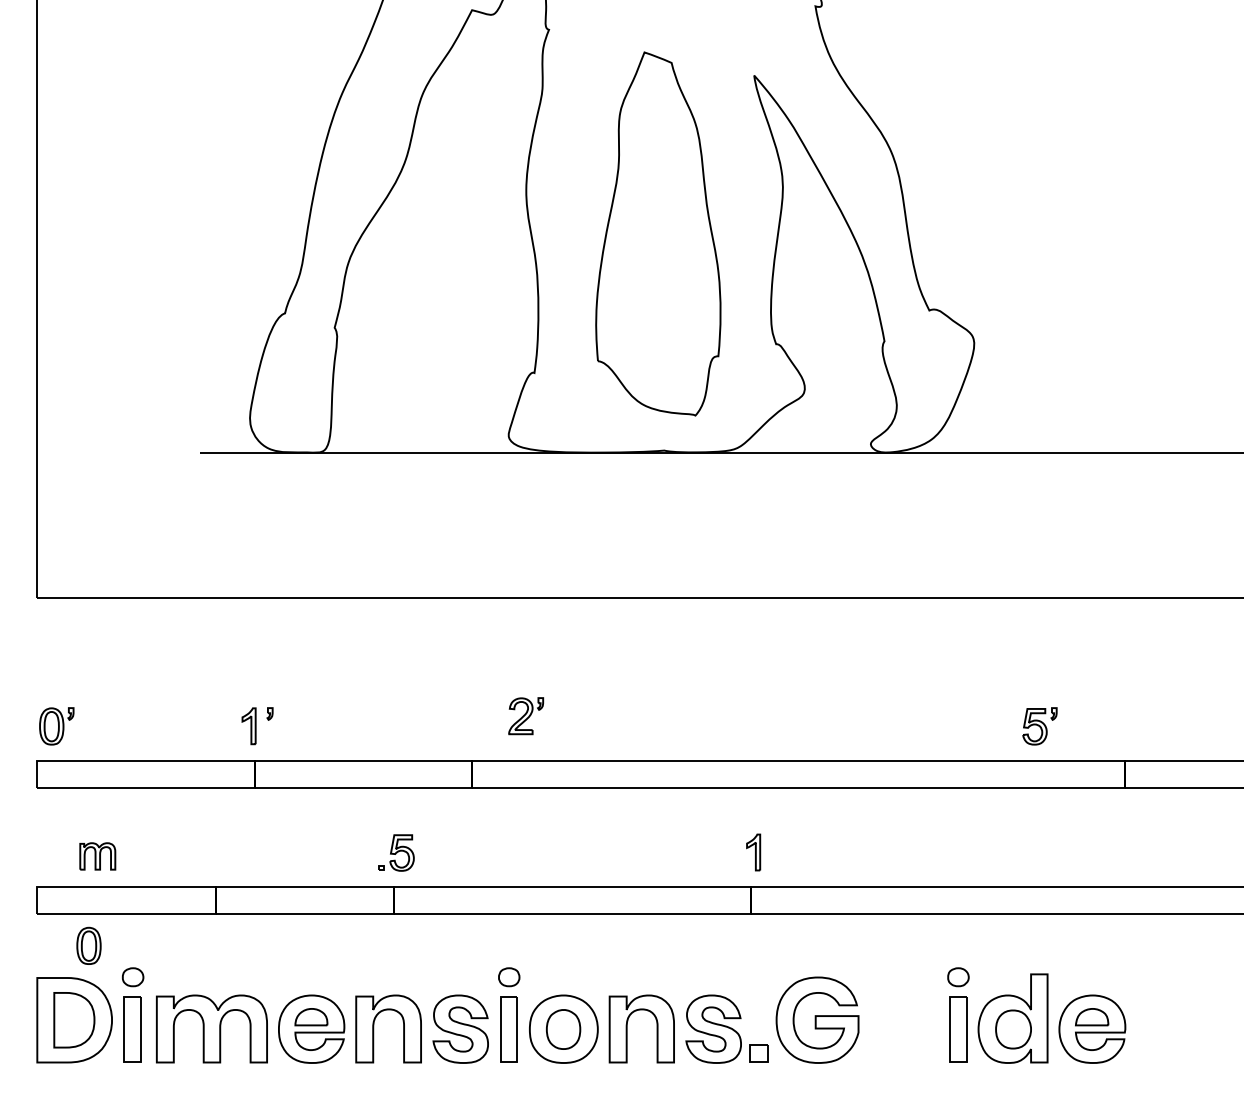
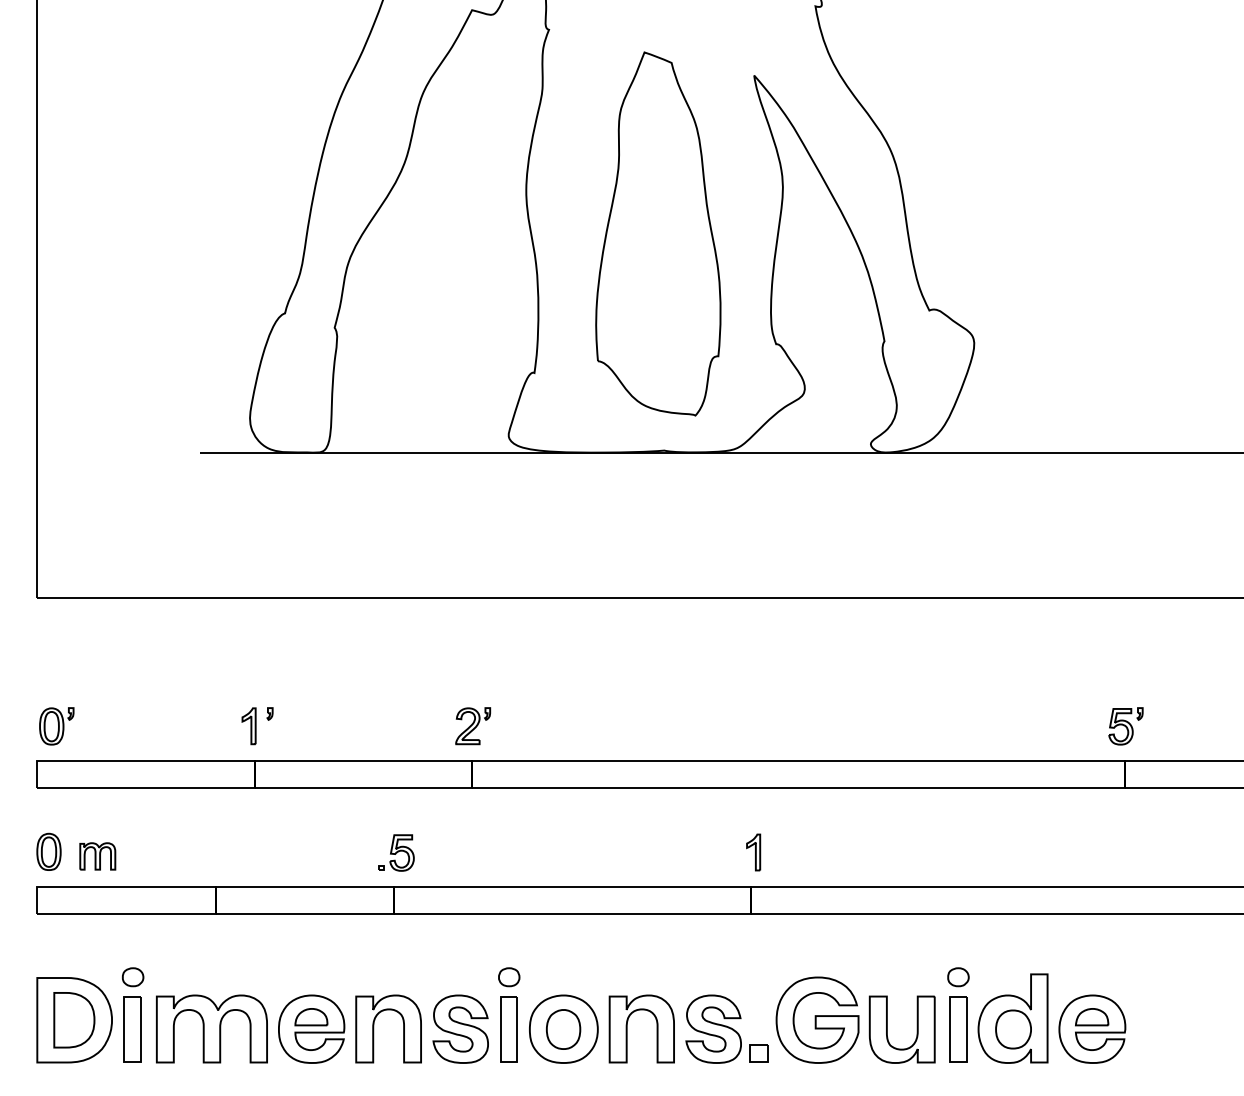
part at (526, 716) position: (526, 716) -> (473, 726)
part at (1039, 726) position: (1039, 726) -> (1125, 726)
part at (88, 945) position: (88, 945) -> (48, 851)
part at (887, 1029): none -> present
